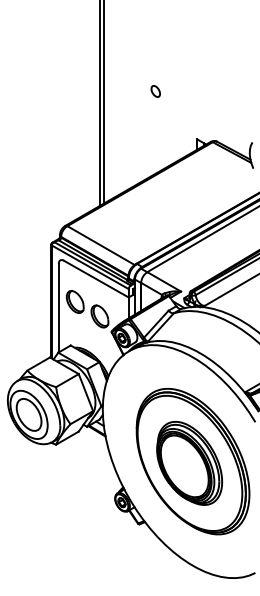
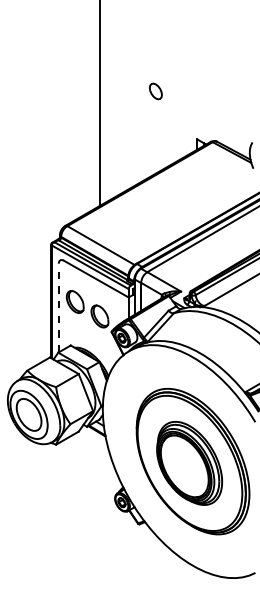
part at (155, 91) size: 11x13 px -> 14x19 px
line at (103, 102): present -> none
line at (58, 307): solid -> dashed
